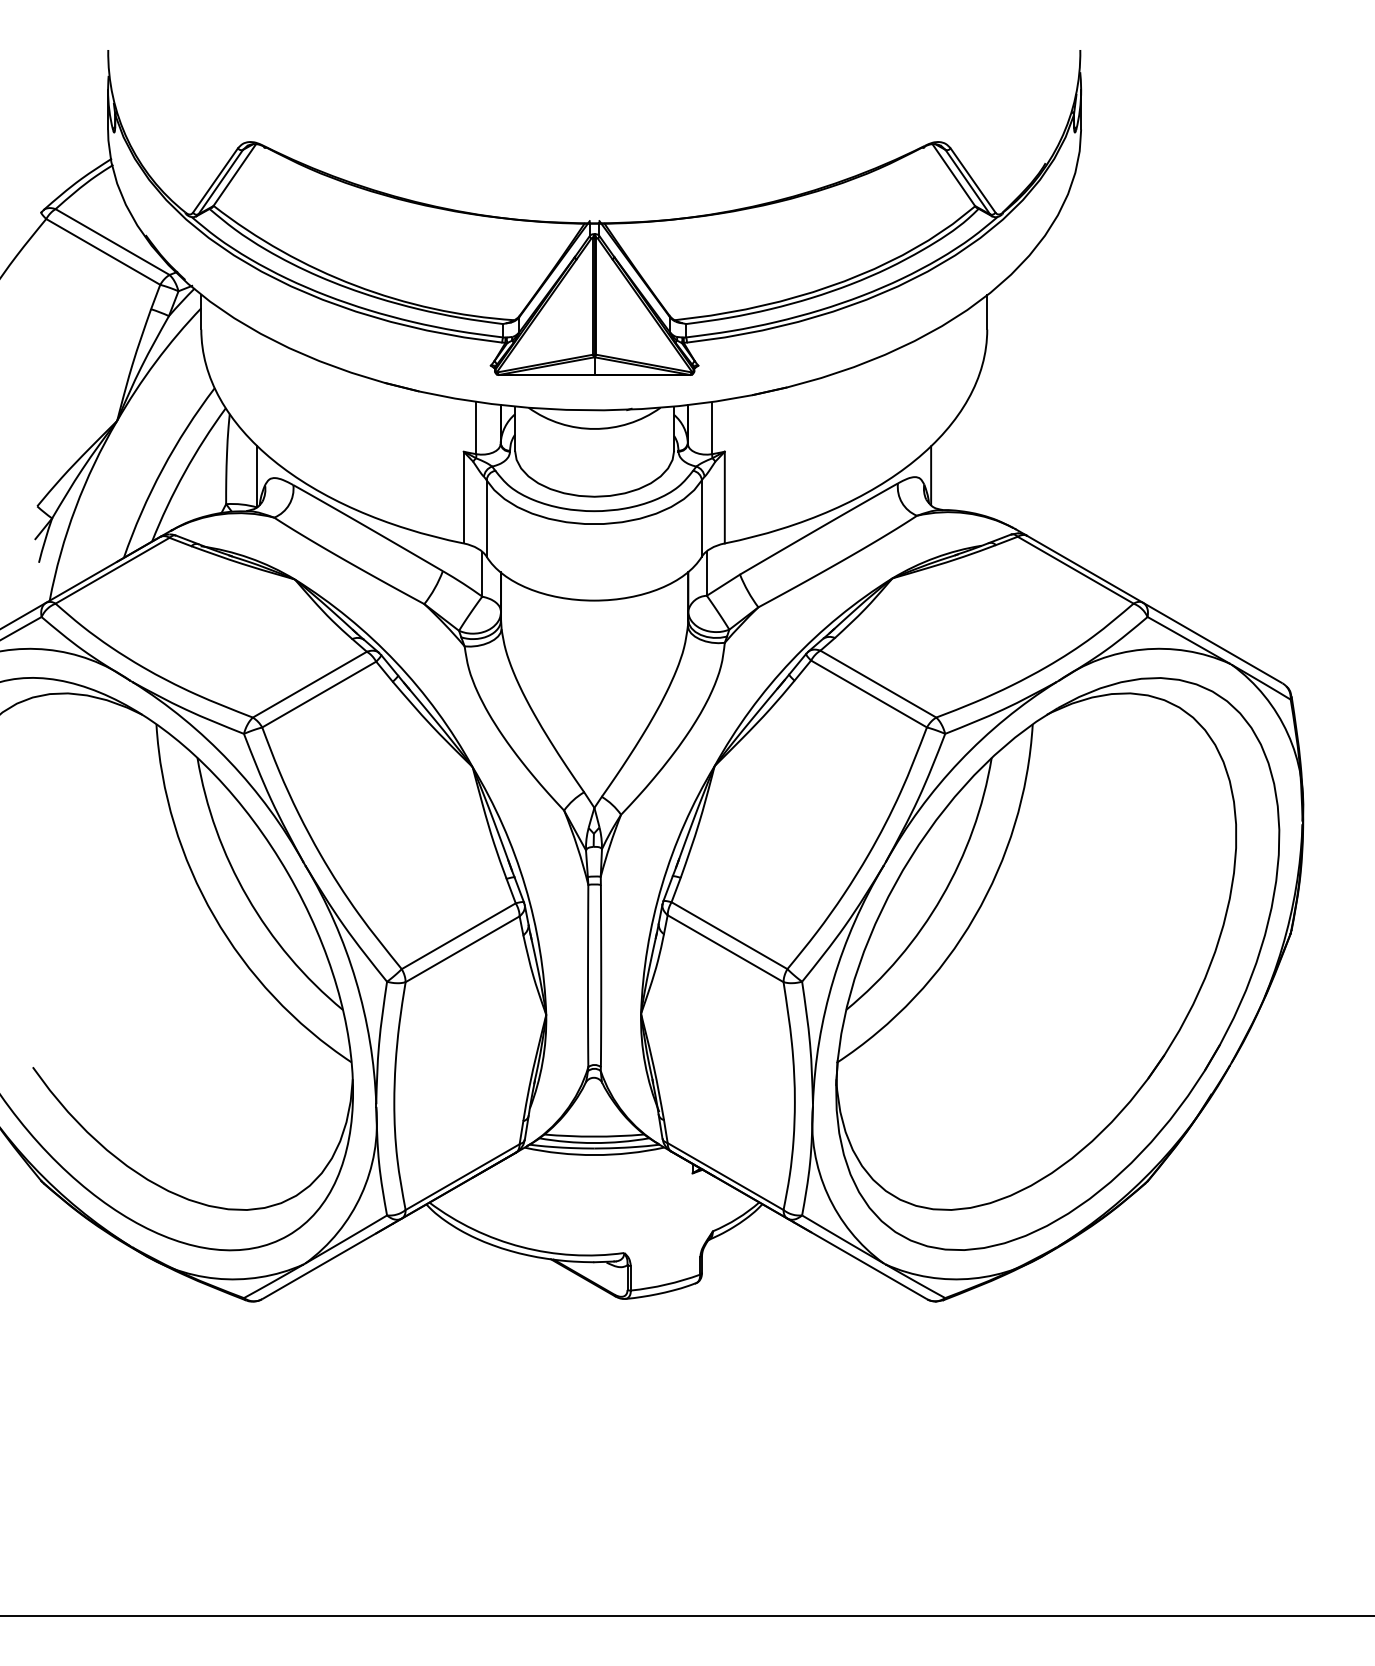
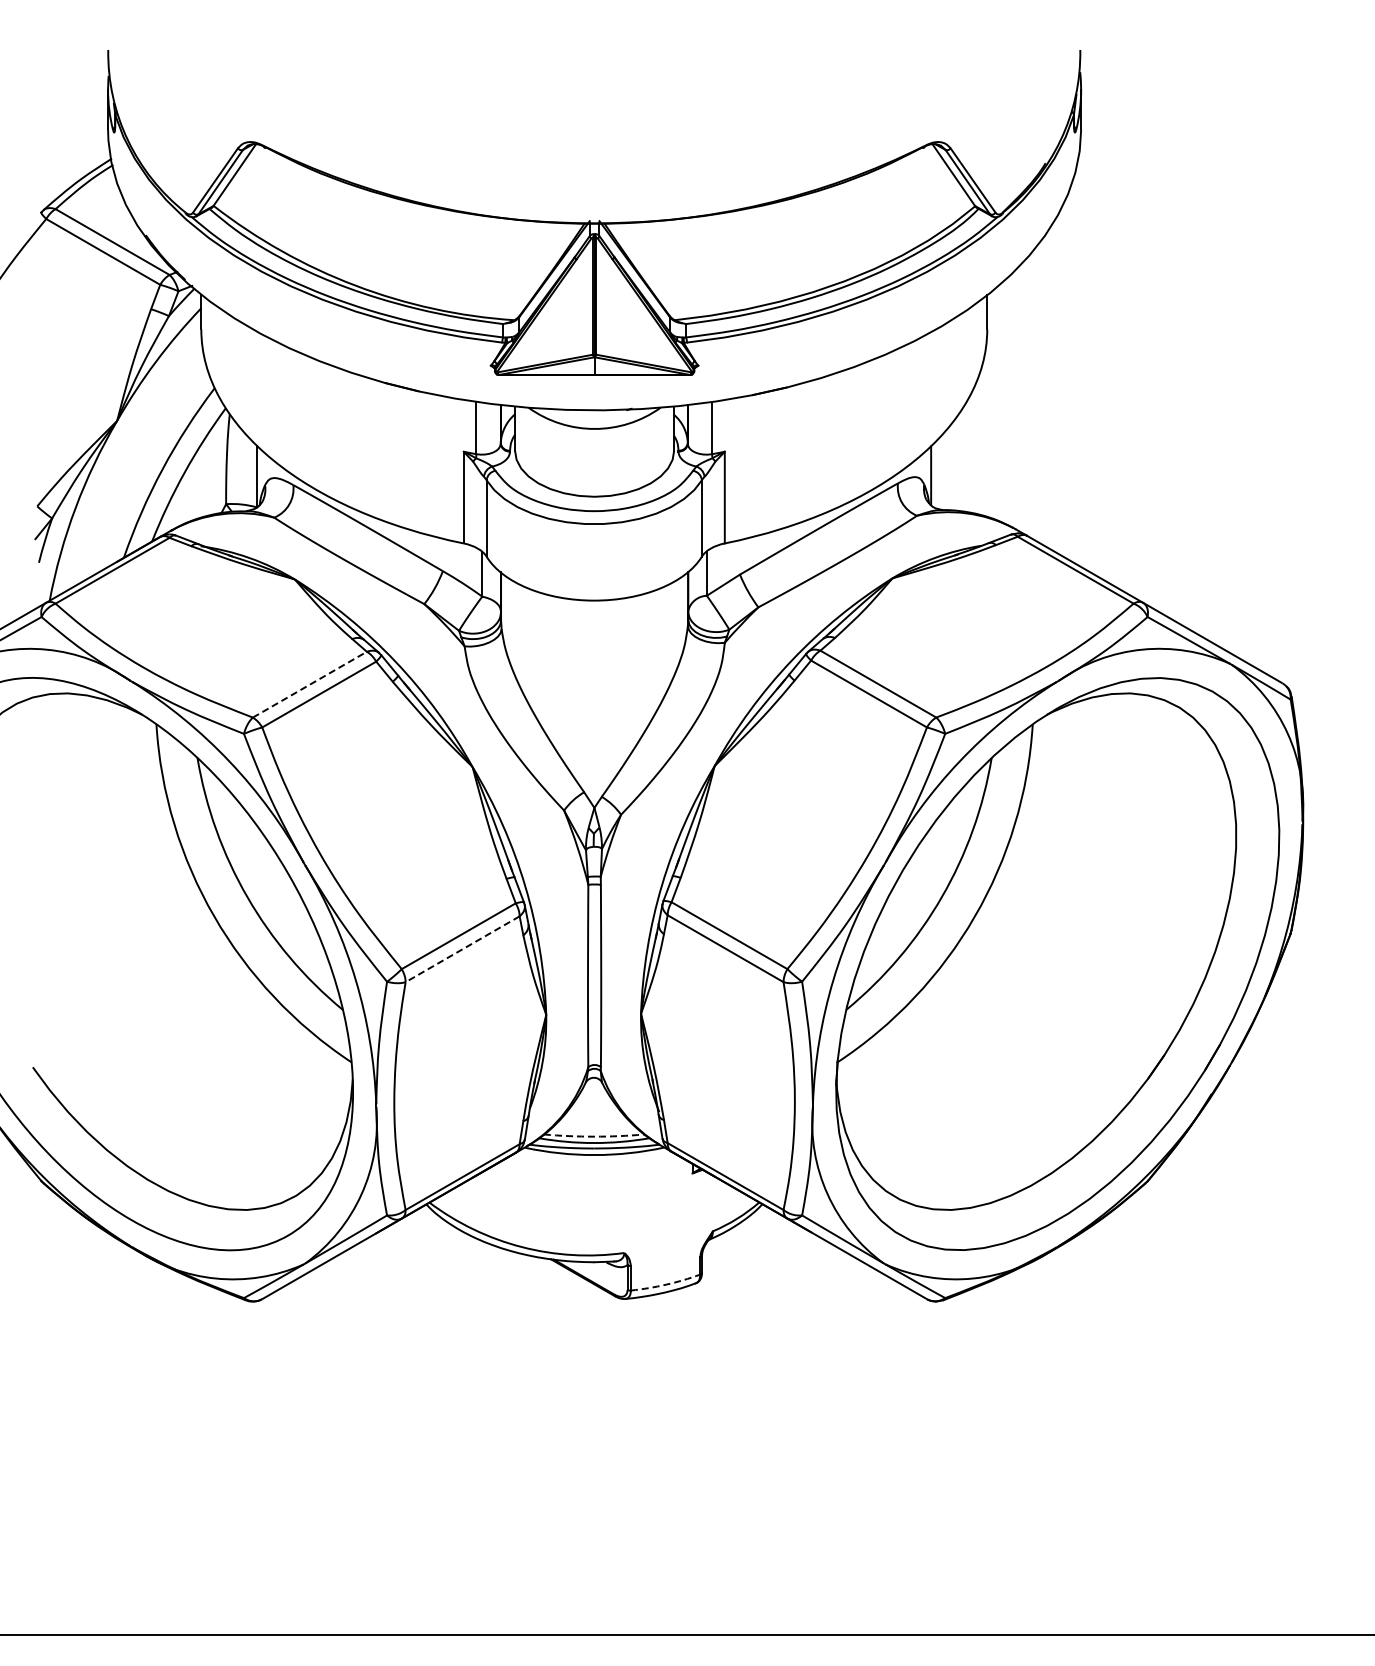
line at (309, 684): solid -> dashed
line at (462, 949): solid -> dashed
arc at (594, 1136): solid -> dashed
arc at (666, 1284): solid -> dashed
line at (686, 1616) position: (686, 1616) -> (686, 1635)
